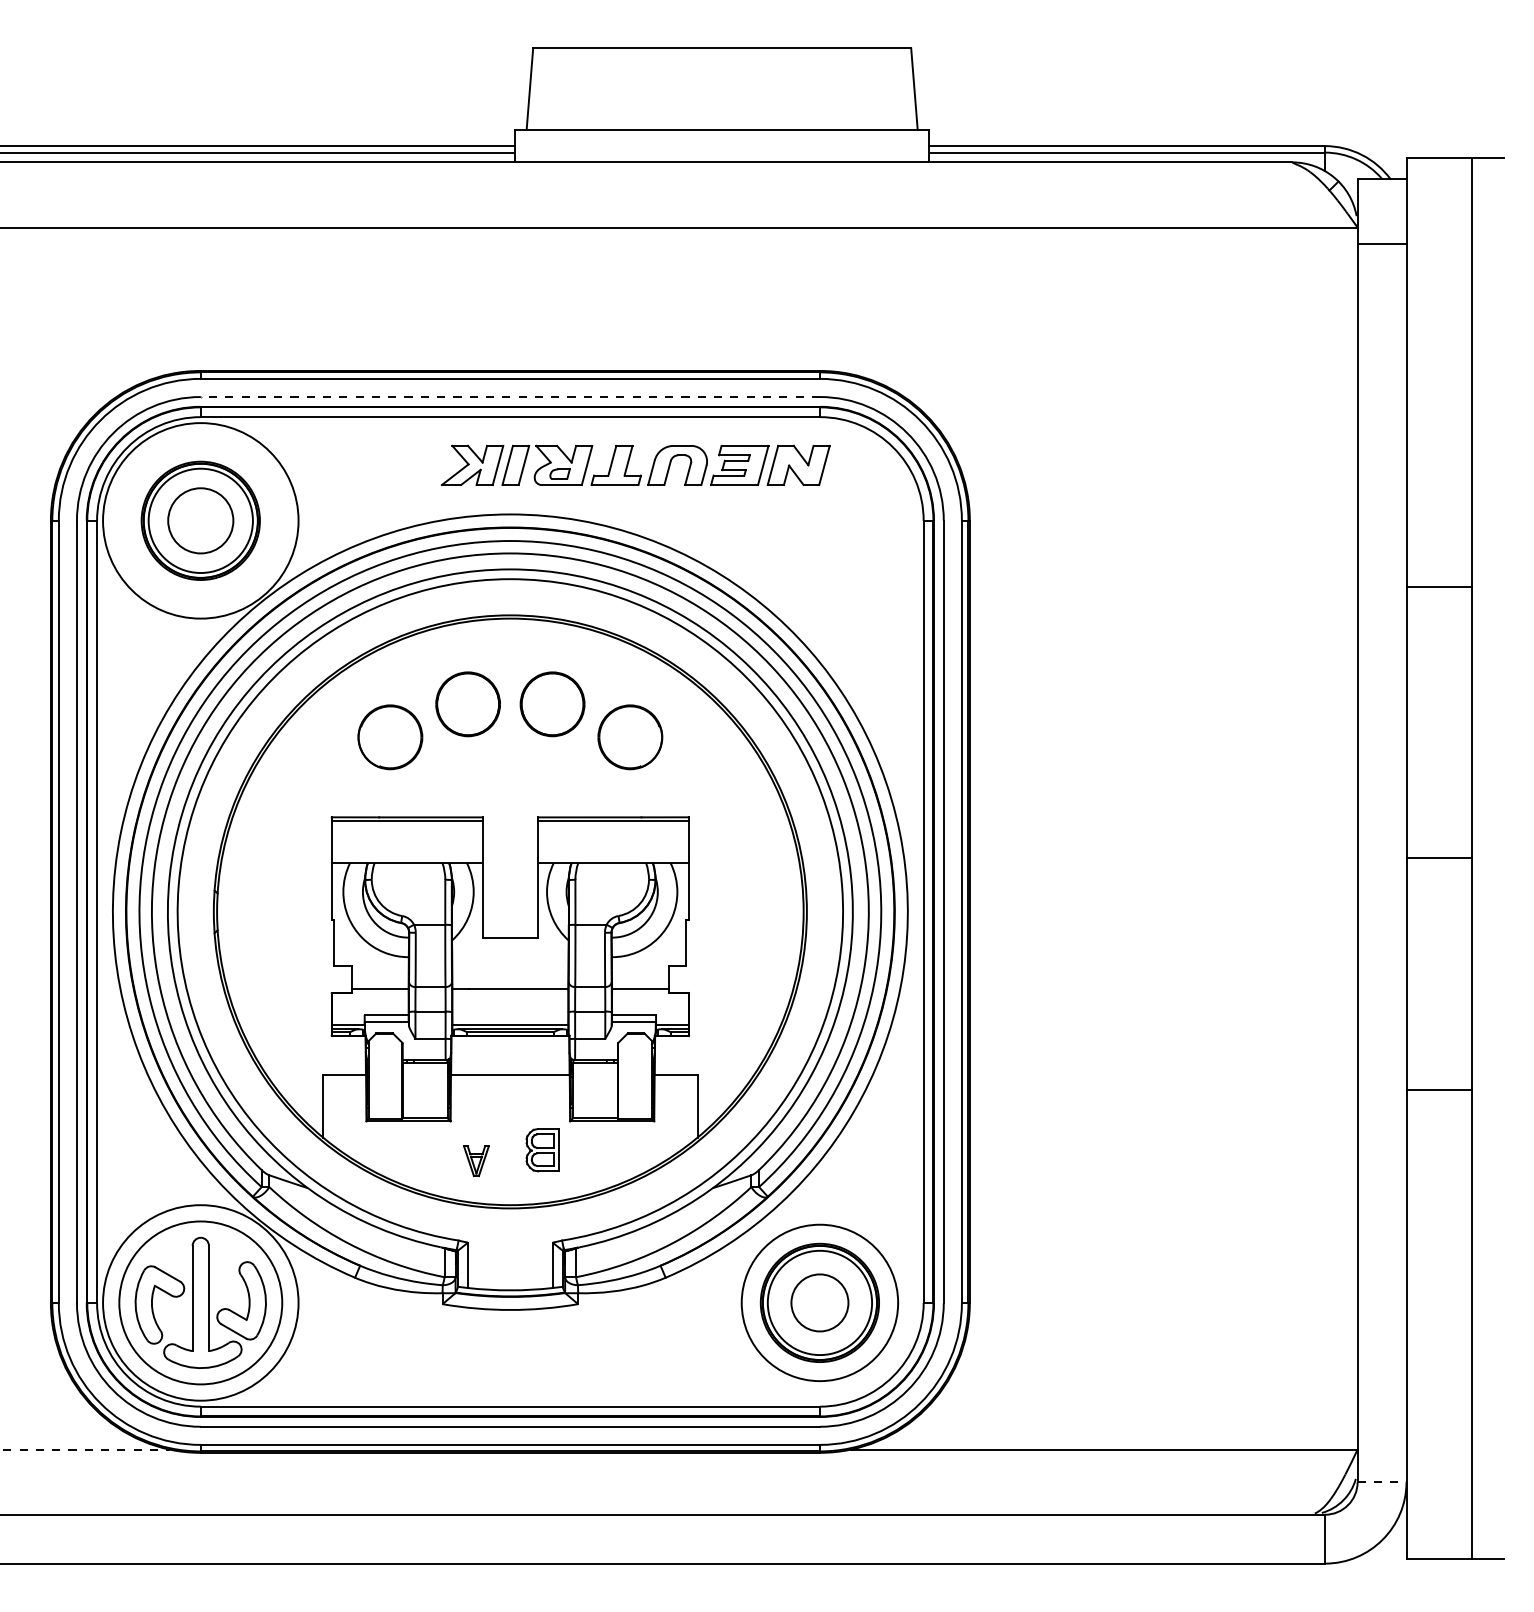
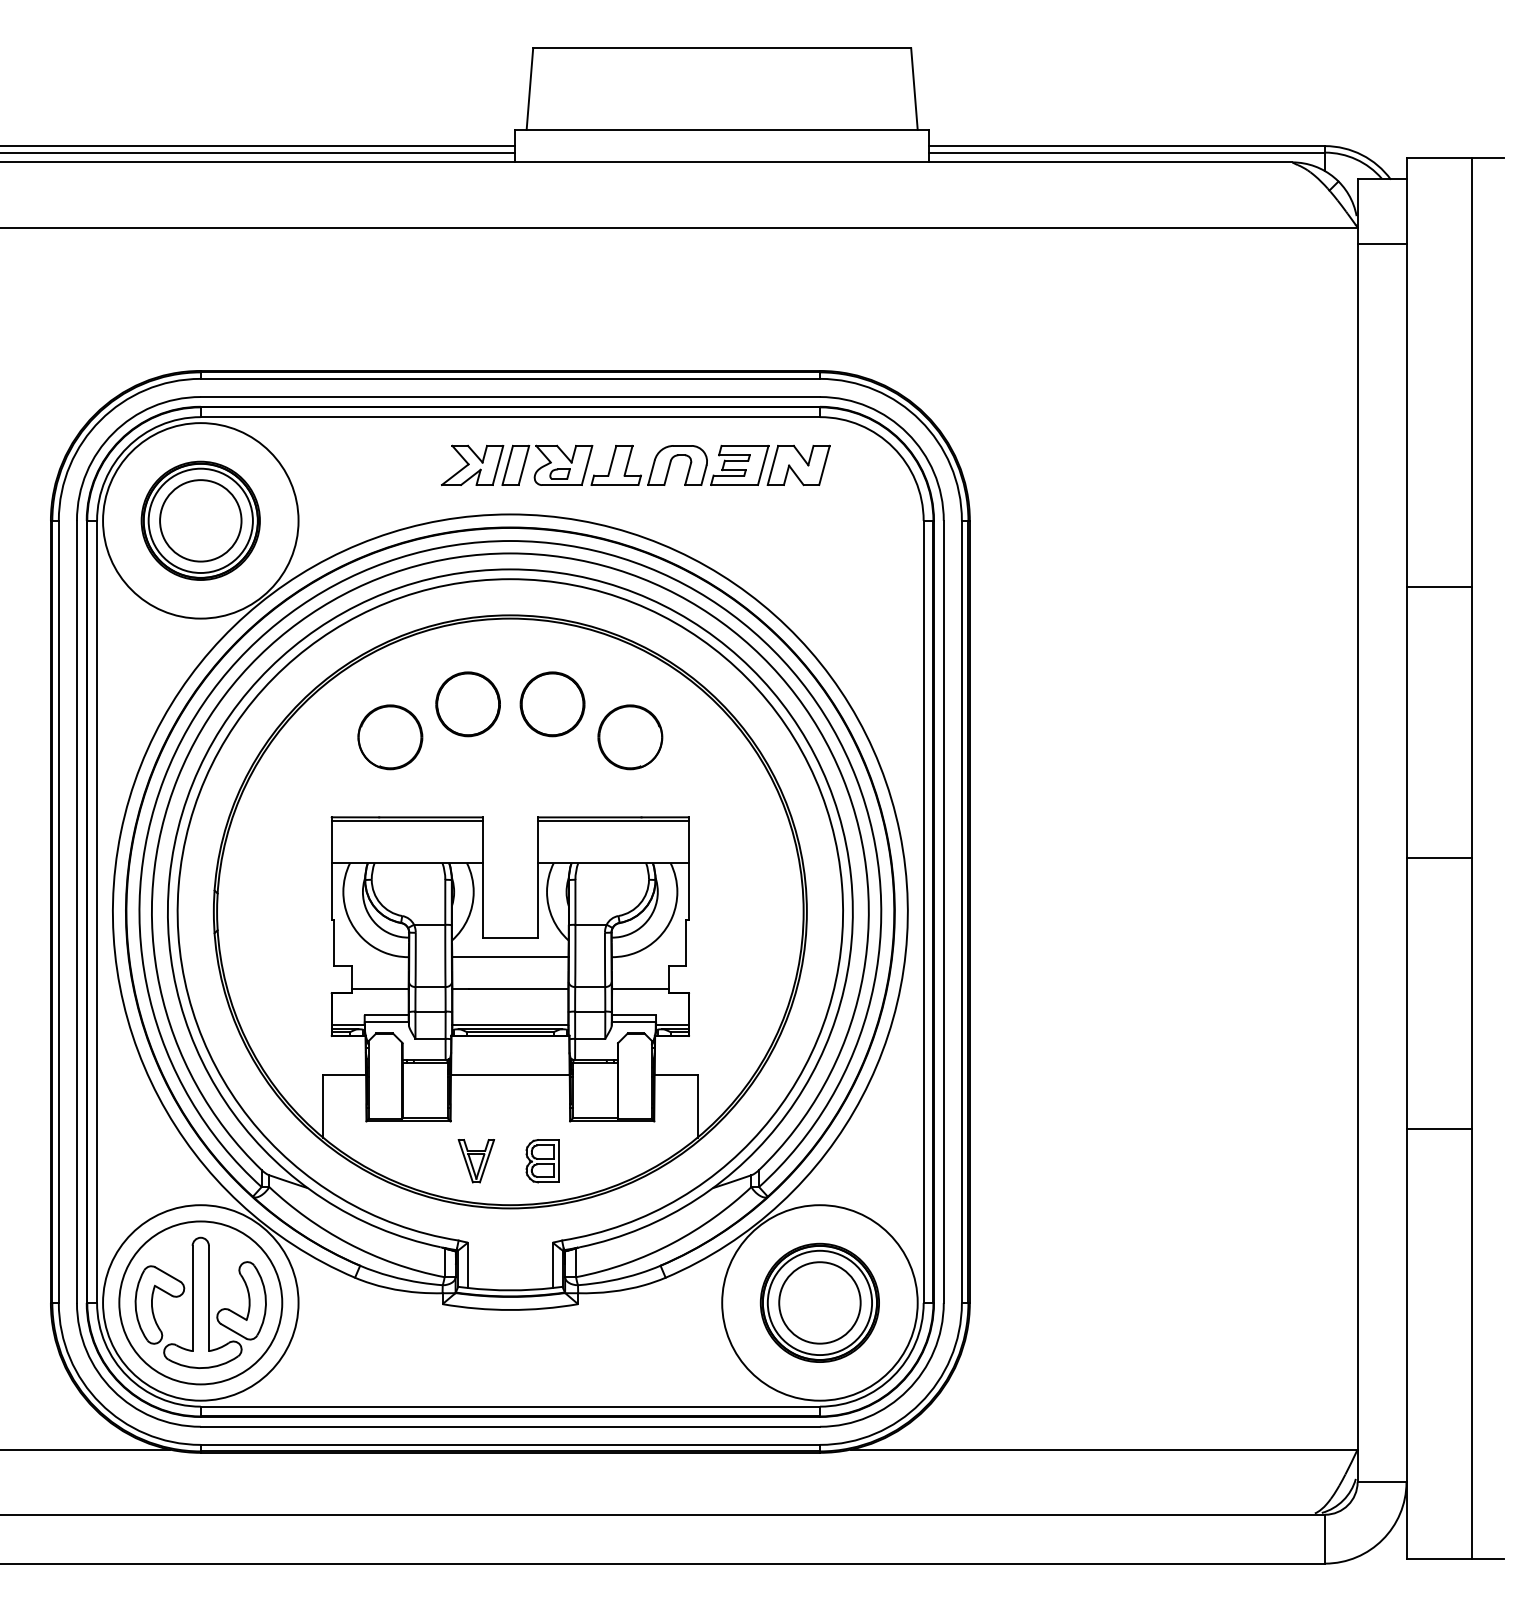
line at (510, 397): dashed -> solid
circle at (200, 520) diameter: 65 px -> 81 px
line at (510, 957): none -> present
line at (1438, 1090) position: (1438, 1090) -> (1438, 1129)
part at (542, 1150) position: (542, 1150) -> (542, 1161)
part at (476, 1161) size: 27x33 px -> 39x45 px
circle at (819, 1302) diameter: 156 px -> 196 px
circle at (819, 1302) diameter: 57 px -> 81 px
line at (85, 1449): dashed -> solid
line at (1382, 1482): dashed -> solid
